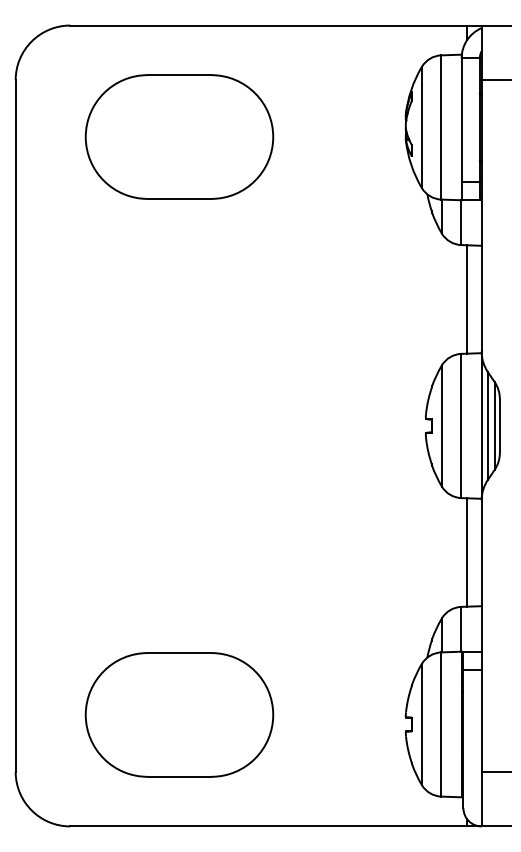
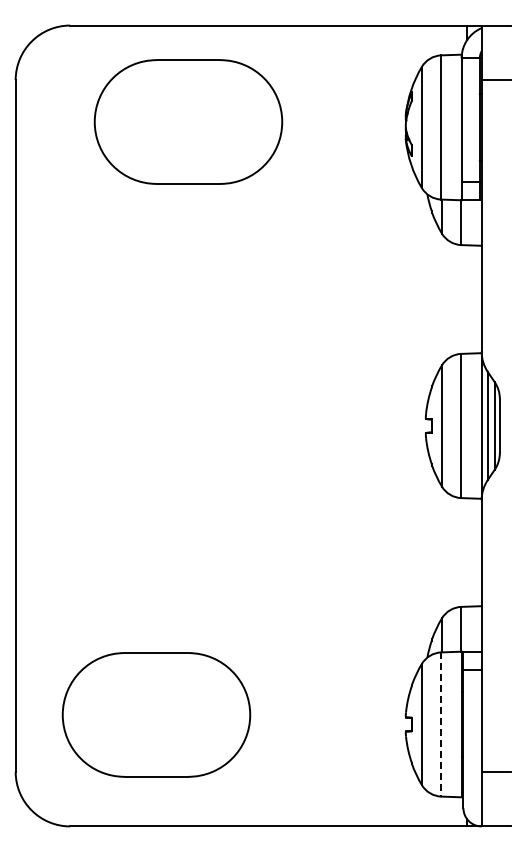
part at (179, 136) position: (179, 136) -> (188, 121)
line at (467, 299): present -> none
line at (467, 552): present -> none
part at (179, 714) position: (179, 714) -> (156, 714)
line at (441, 725): solid -> dashed
